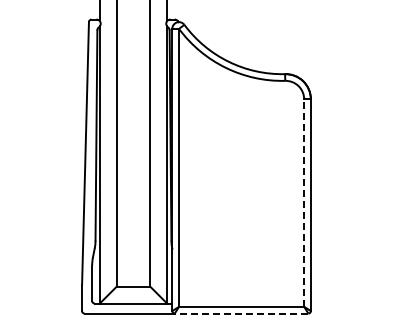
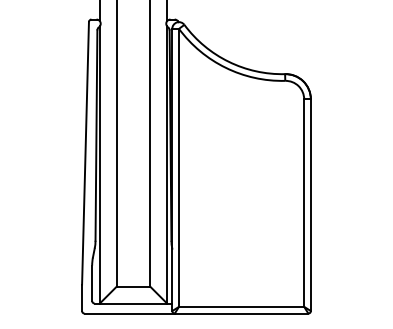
line at (304, 203): dashed -> solid
line at (241, 313): dashed -> solid
